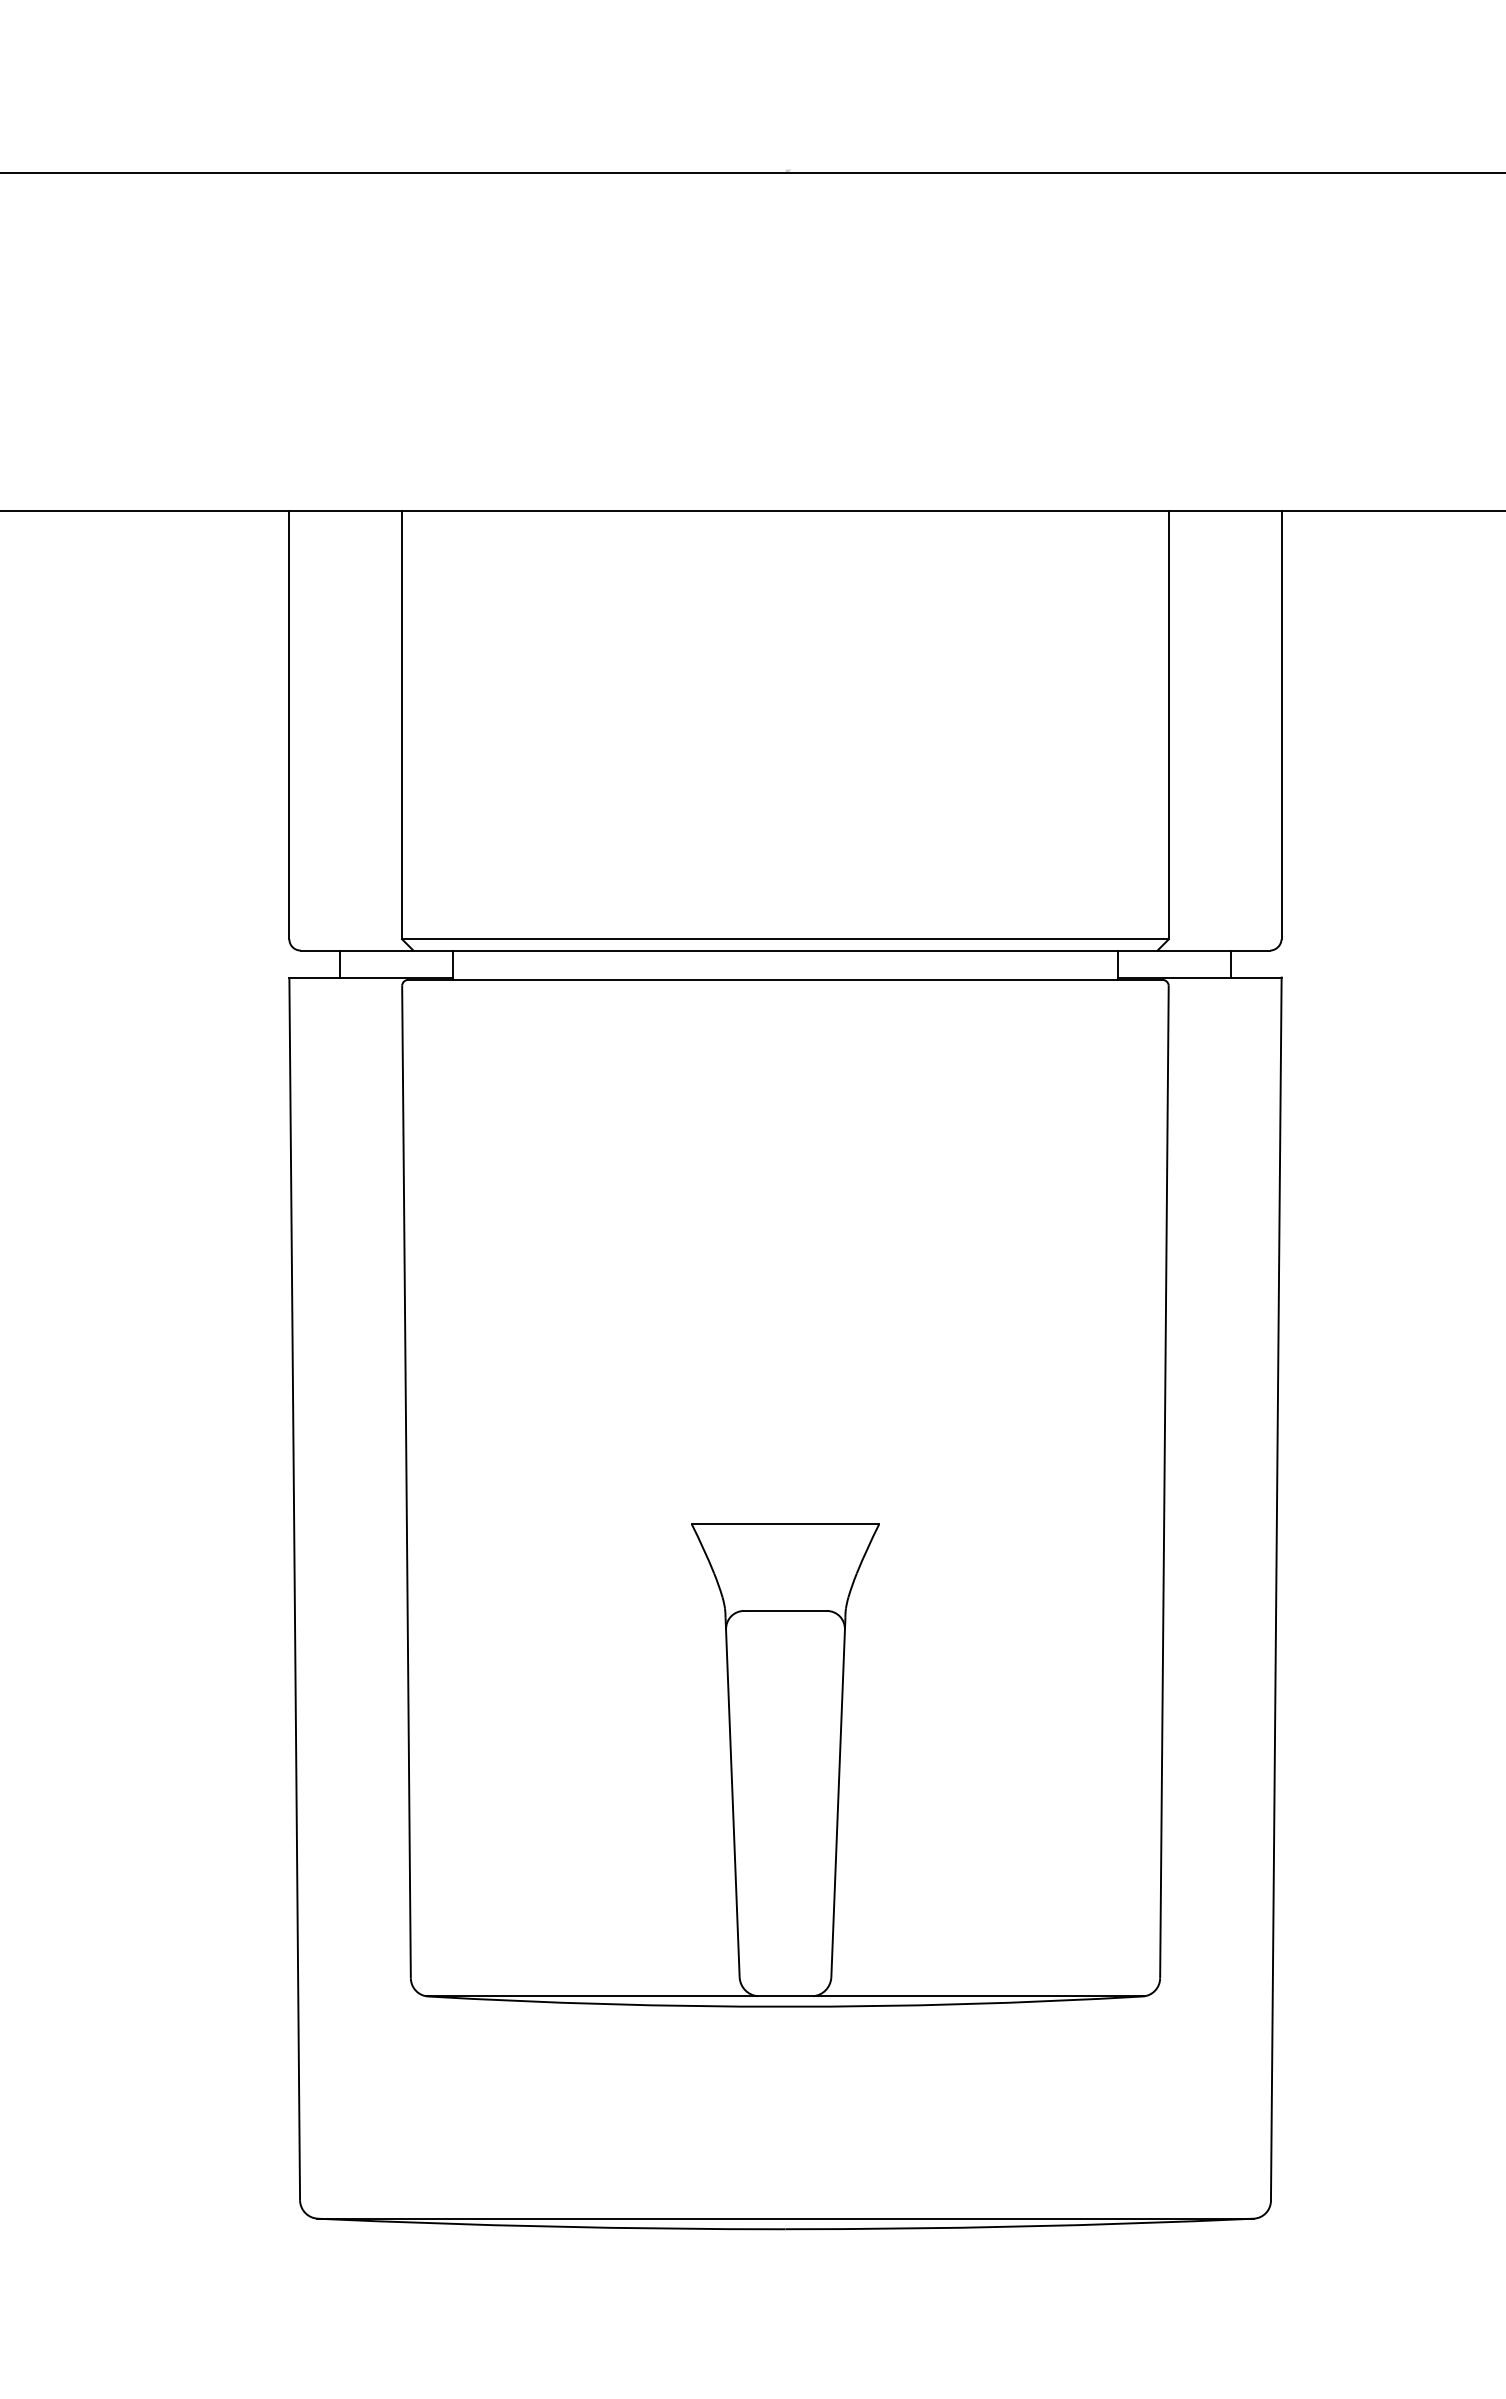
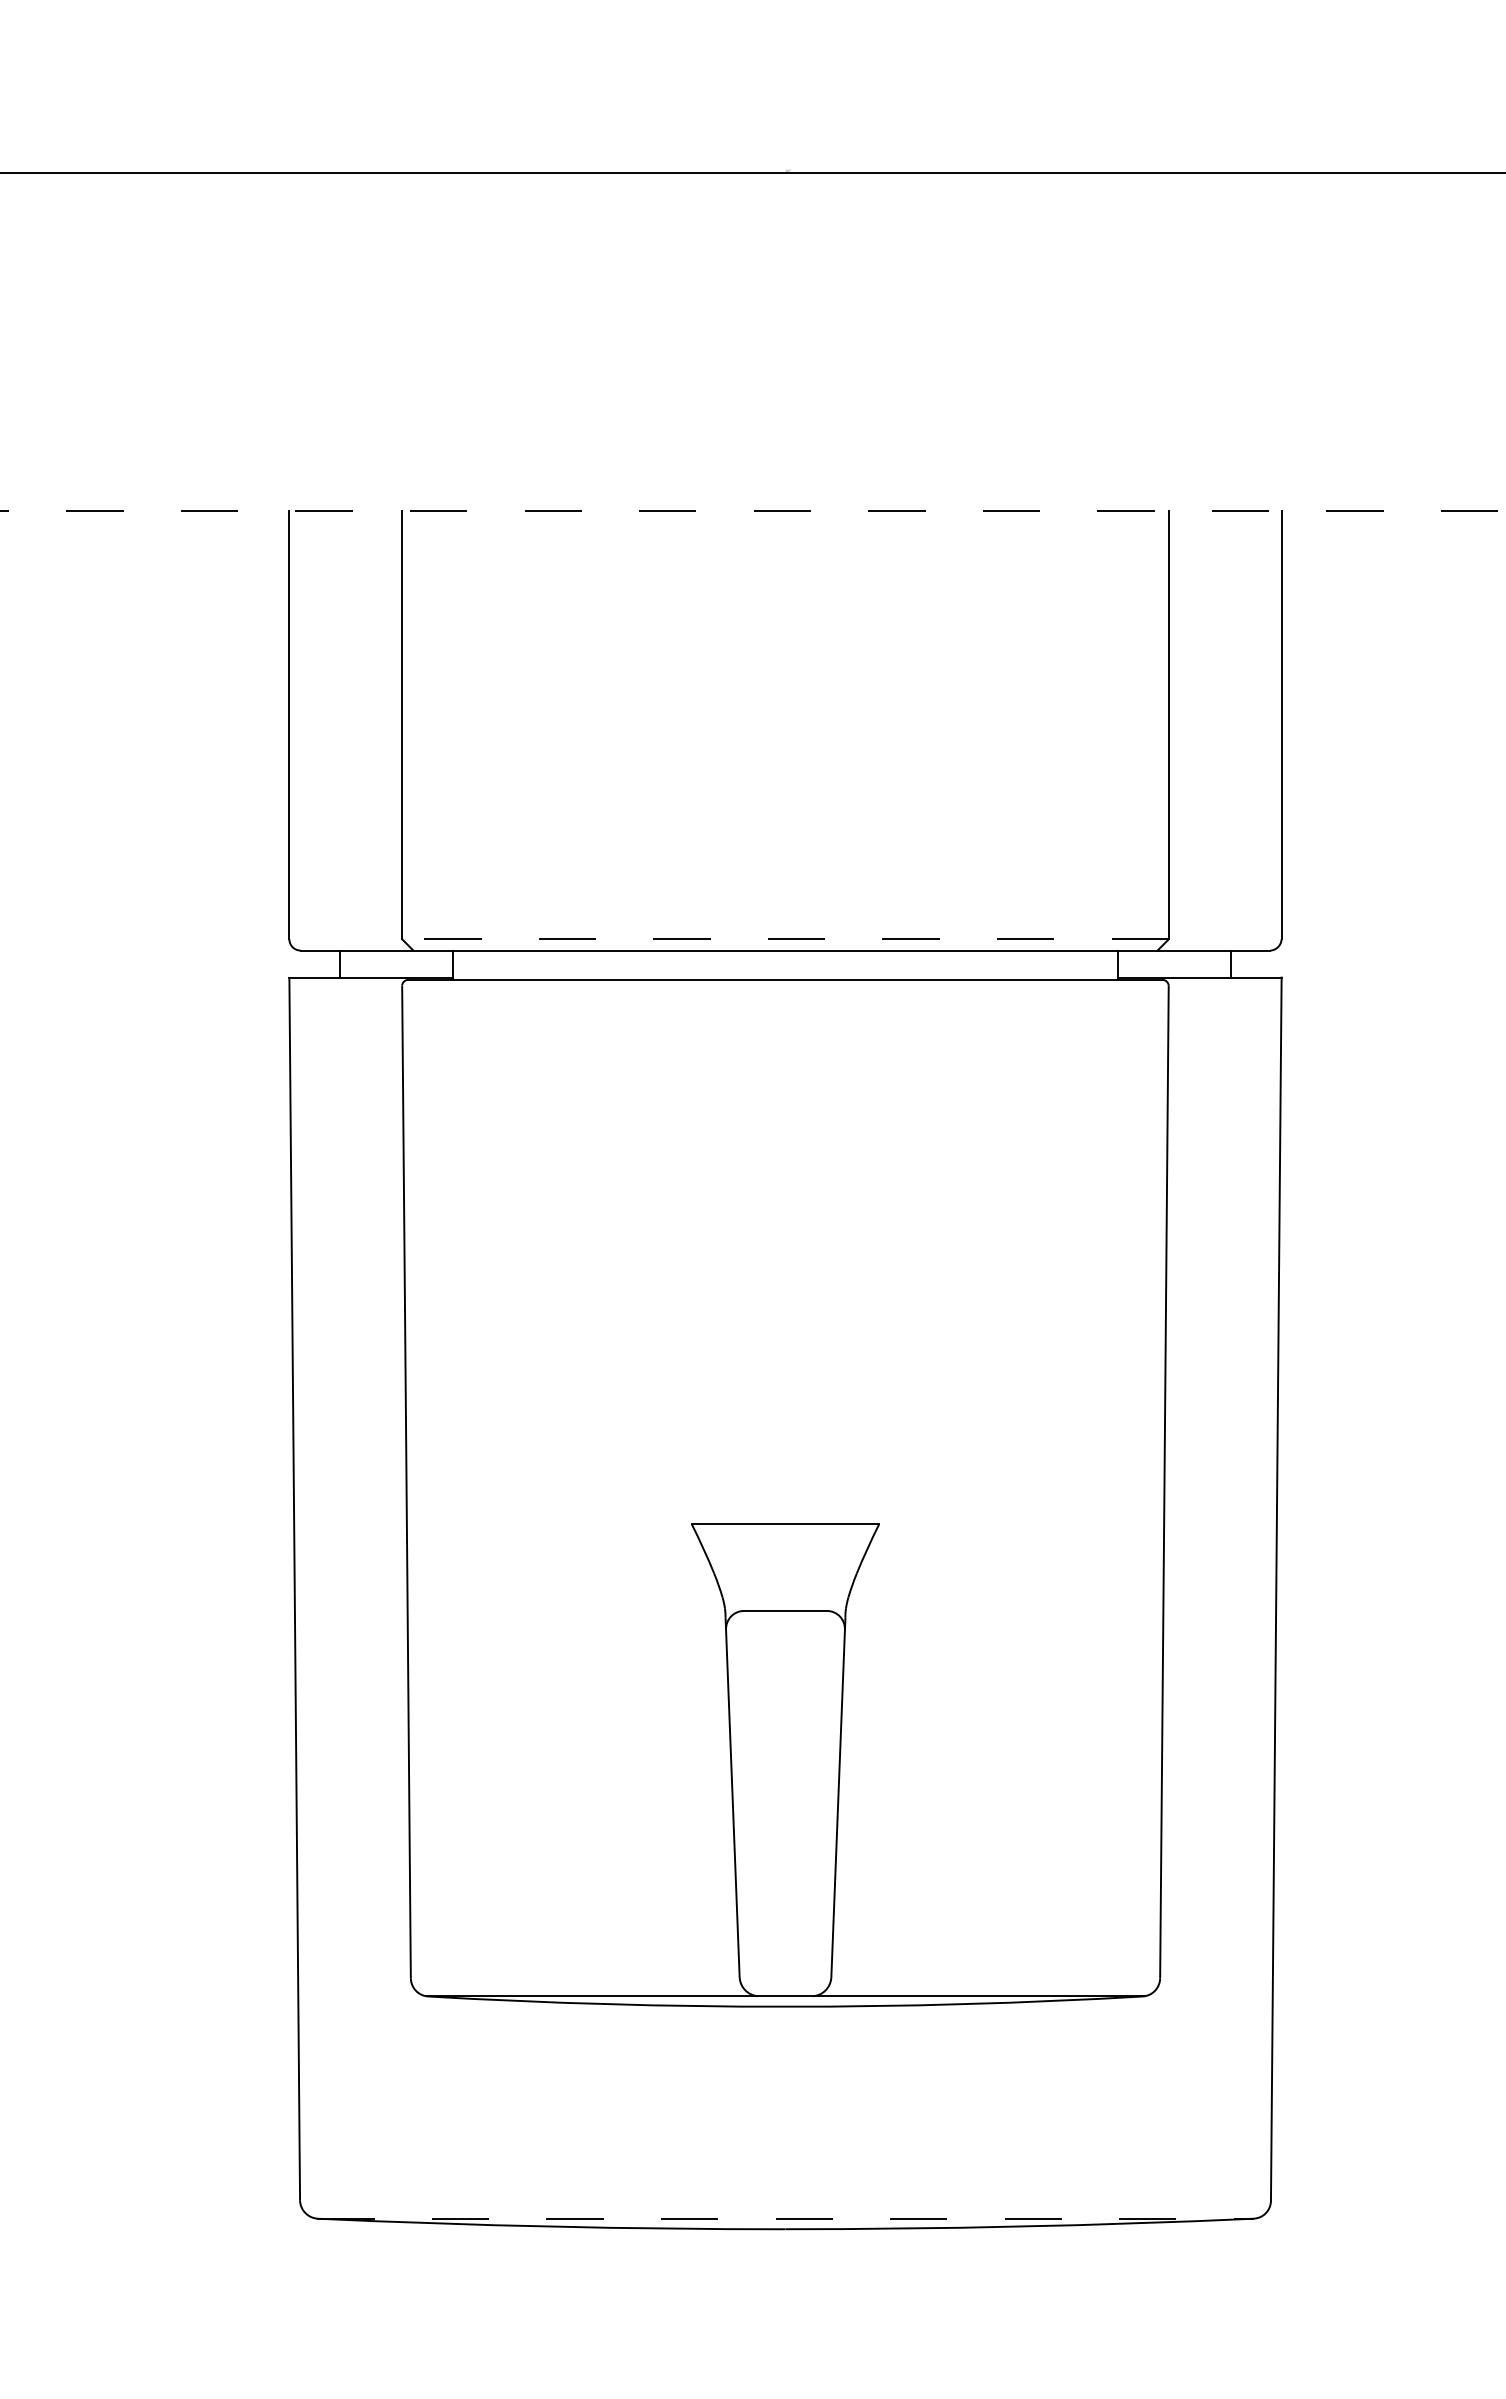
line at (753, 510): solid -> dashed
line at (785, 939): solid -> dashed
line at (786, 2218): solid -> dashed
